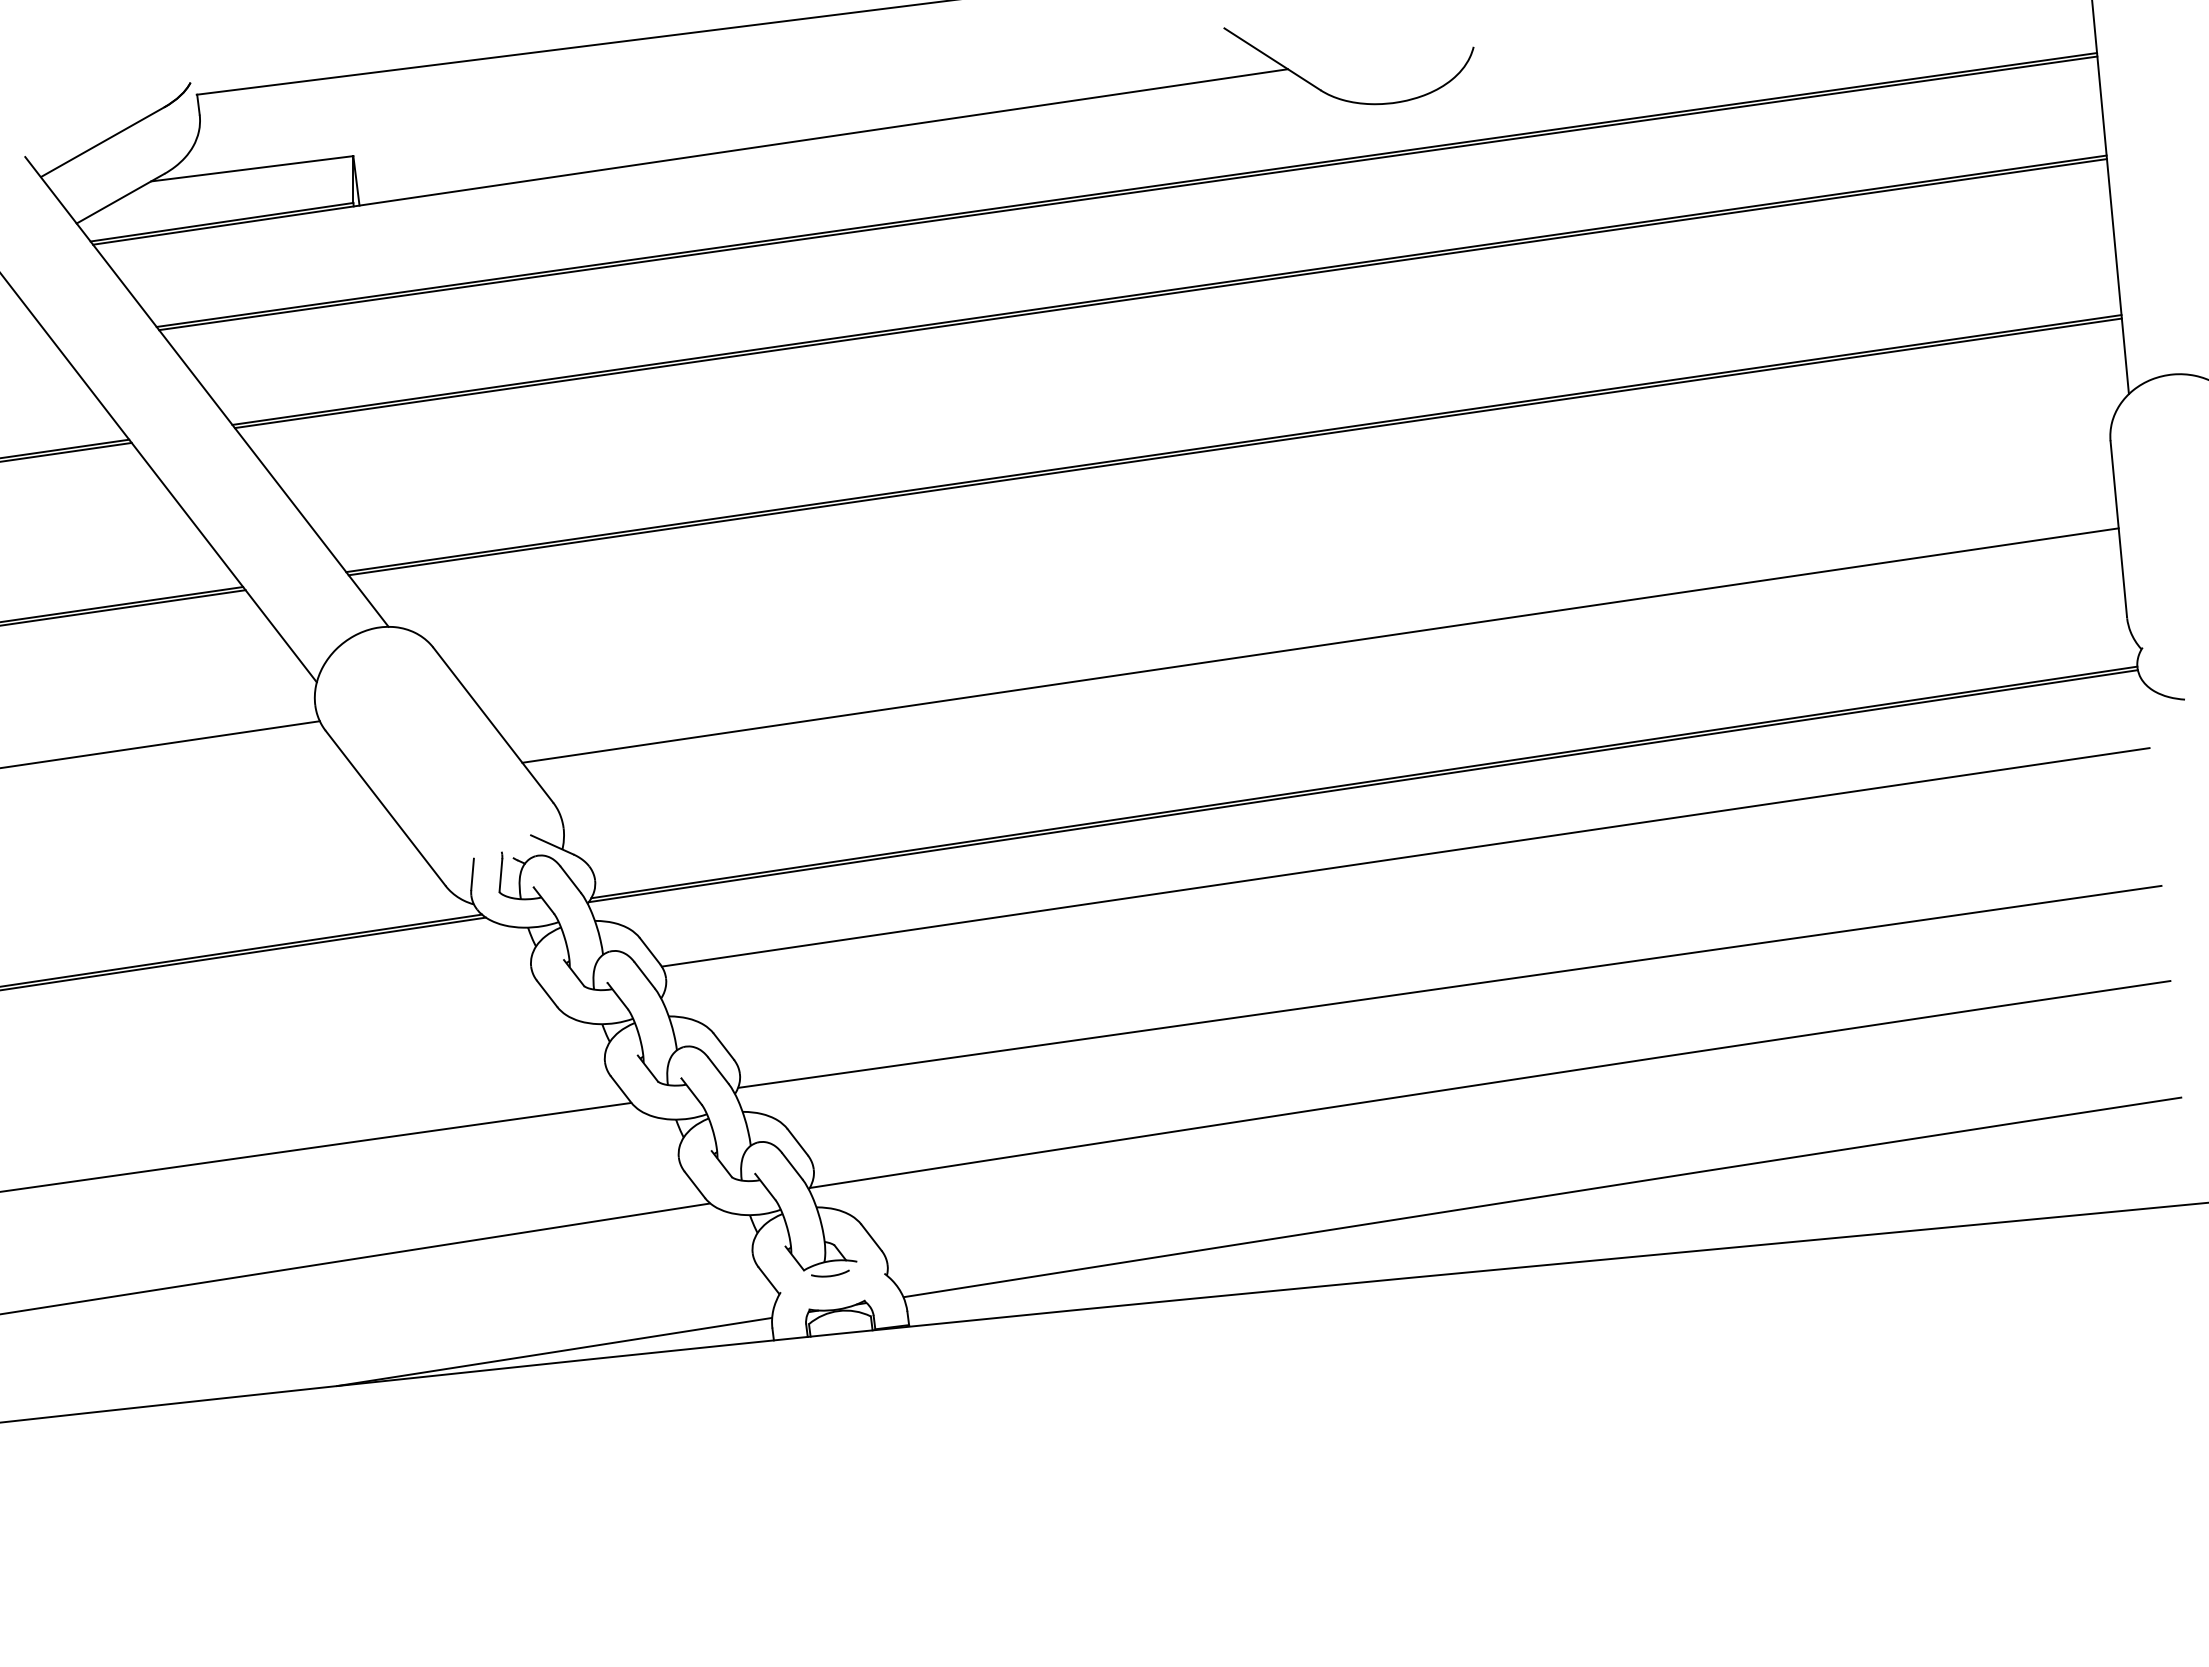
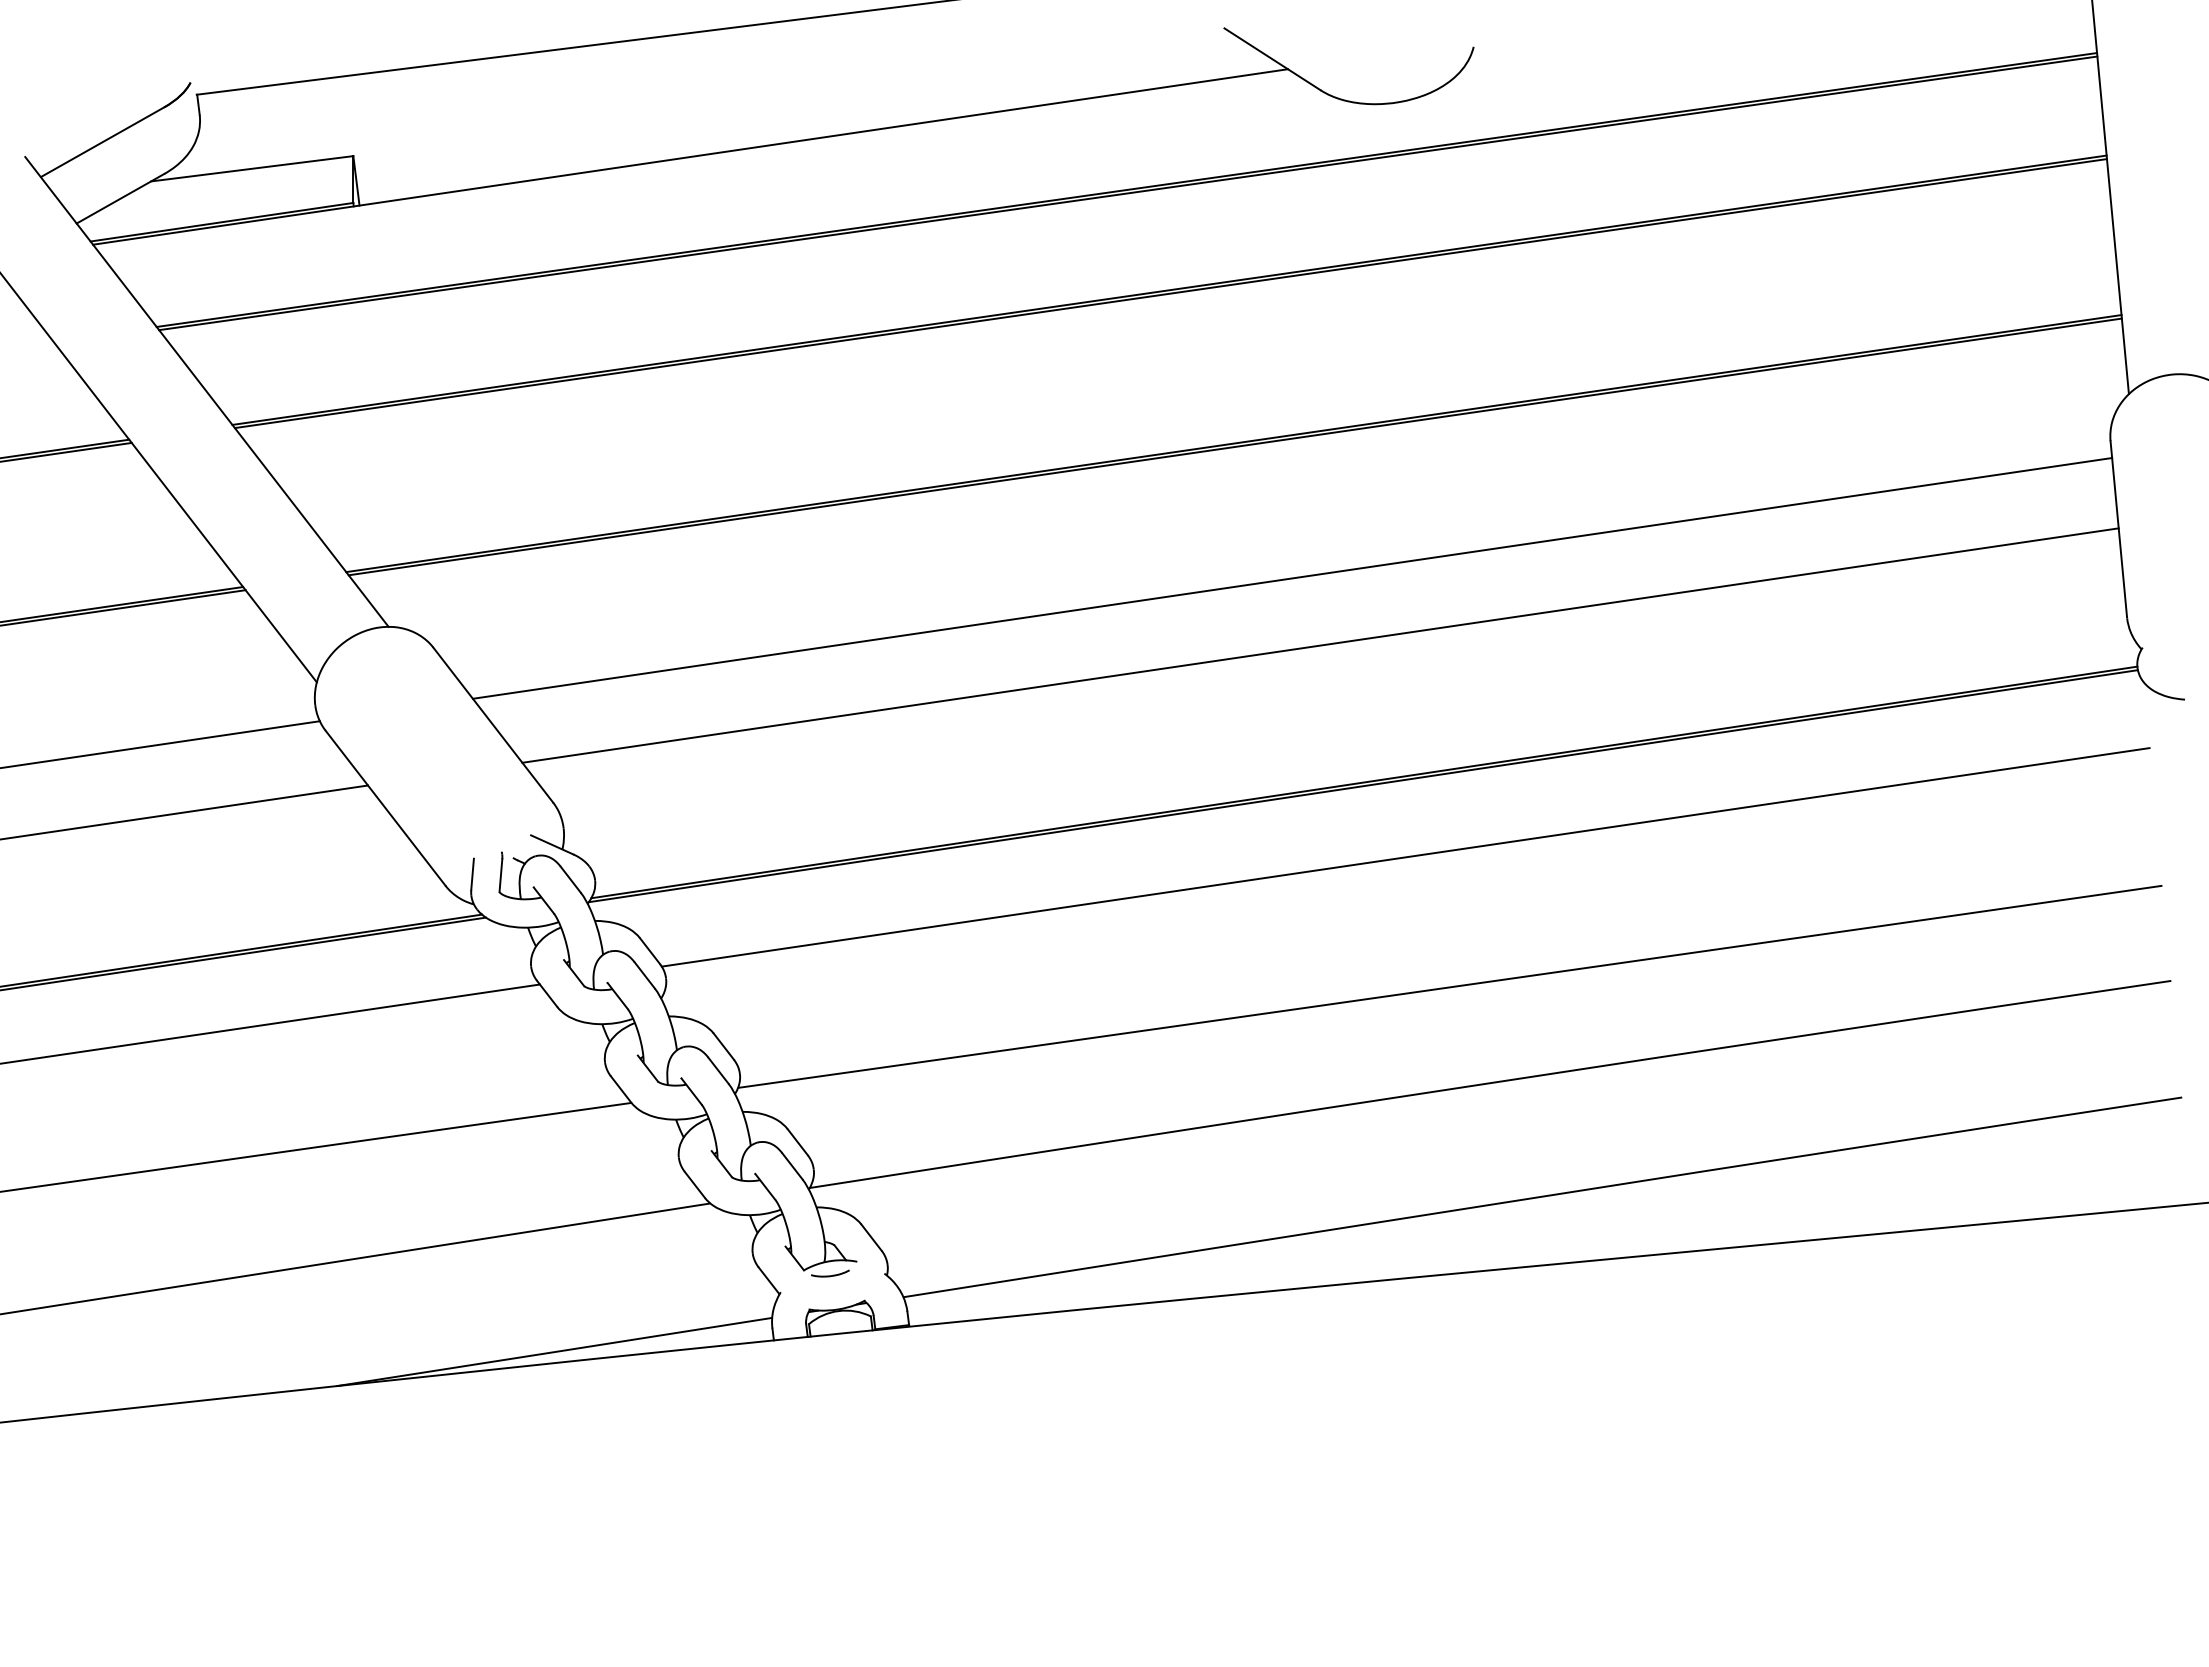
line at (1292, 578): none -> present
line at (184, 812): none -> present
line at (270, 1023): none -> present
